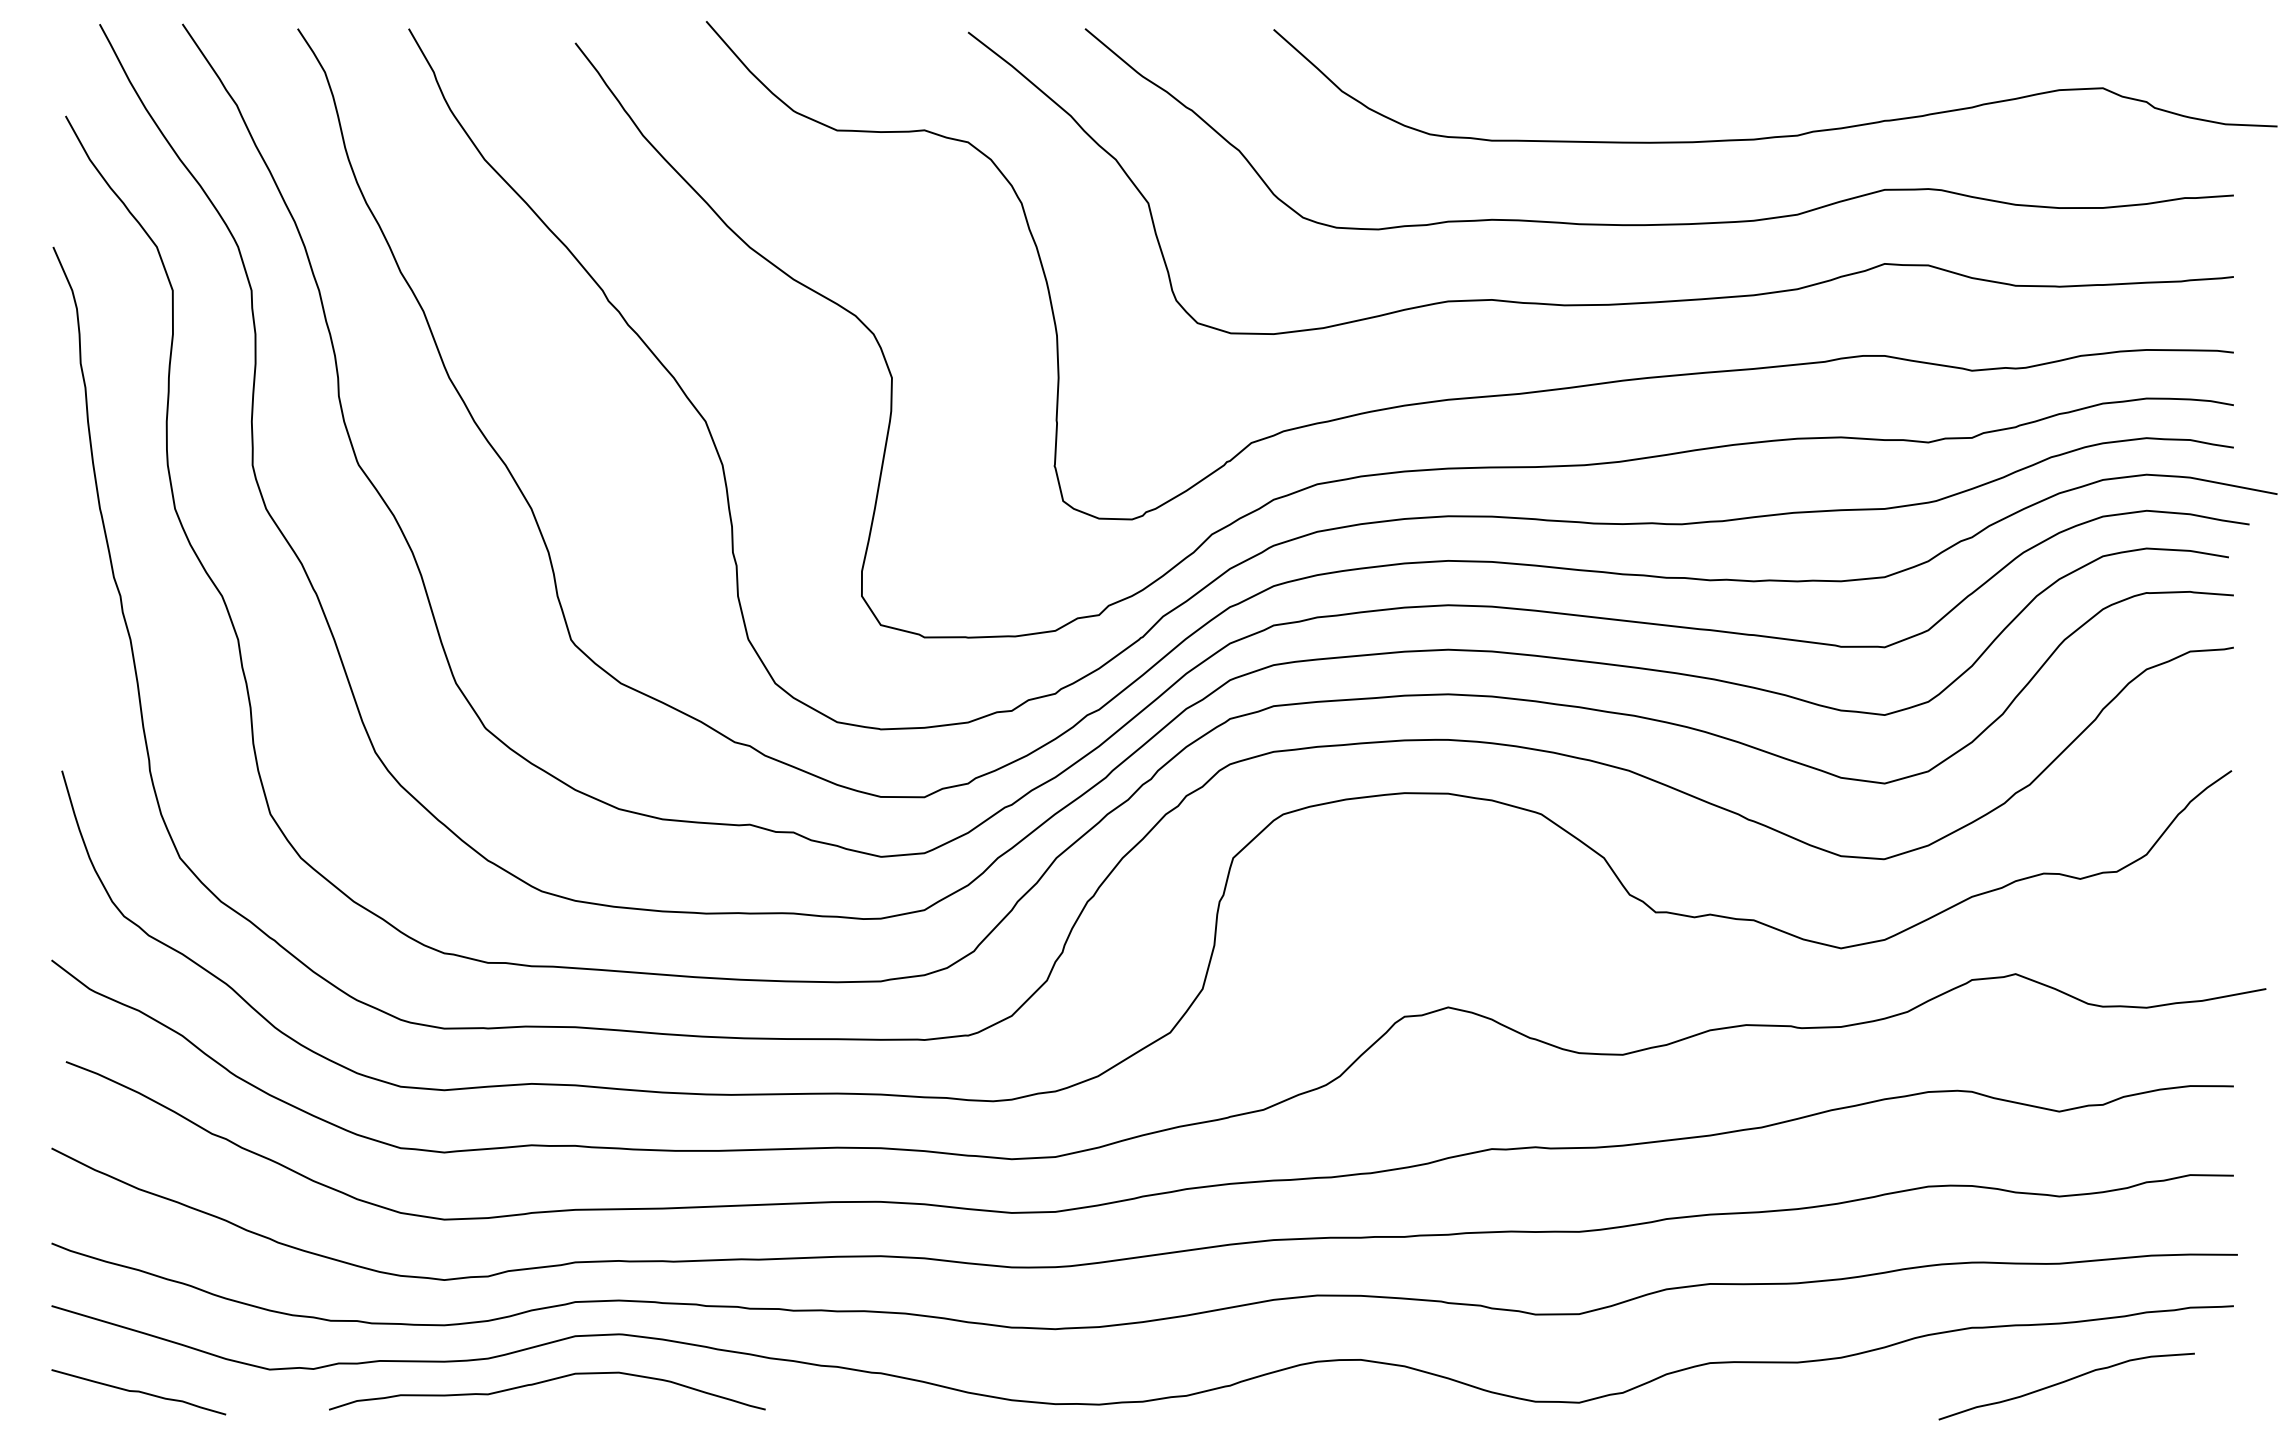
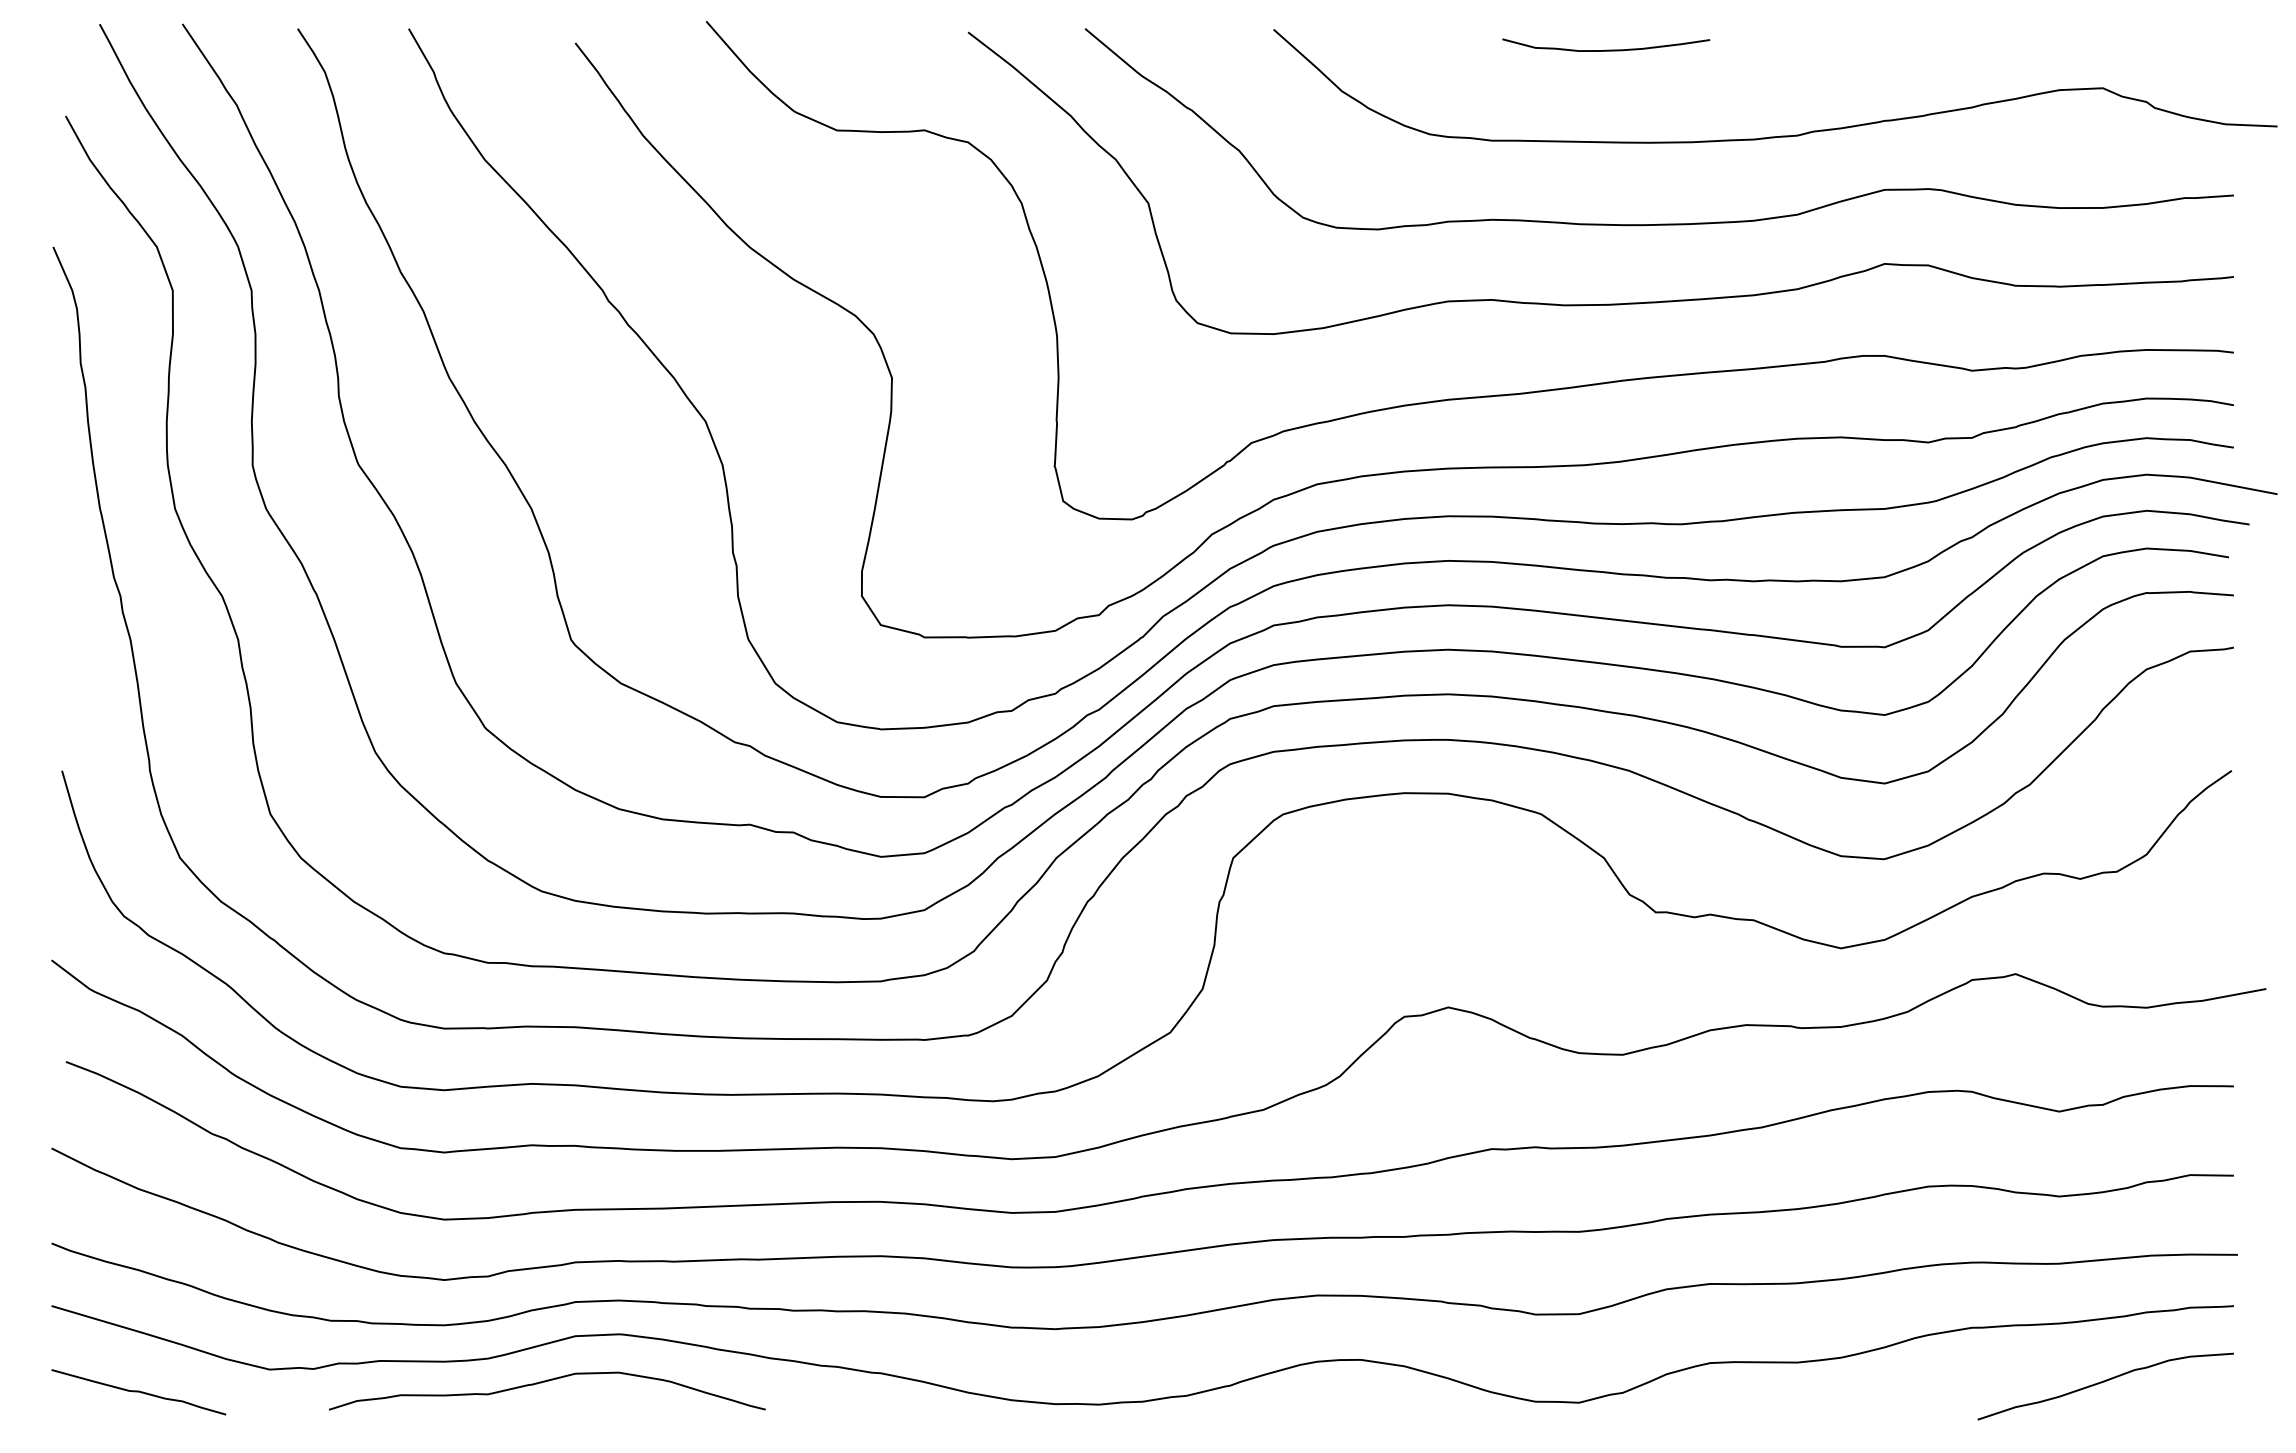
curve at (1606, 49): none -> present
curve at (2065, 1382) position: (2065, 1382) -> (2104, 1382)
